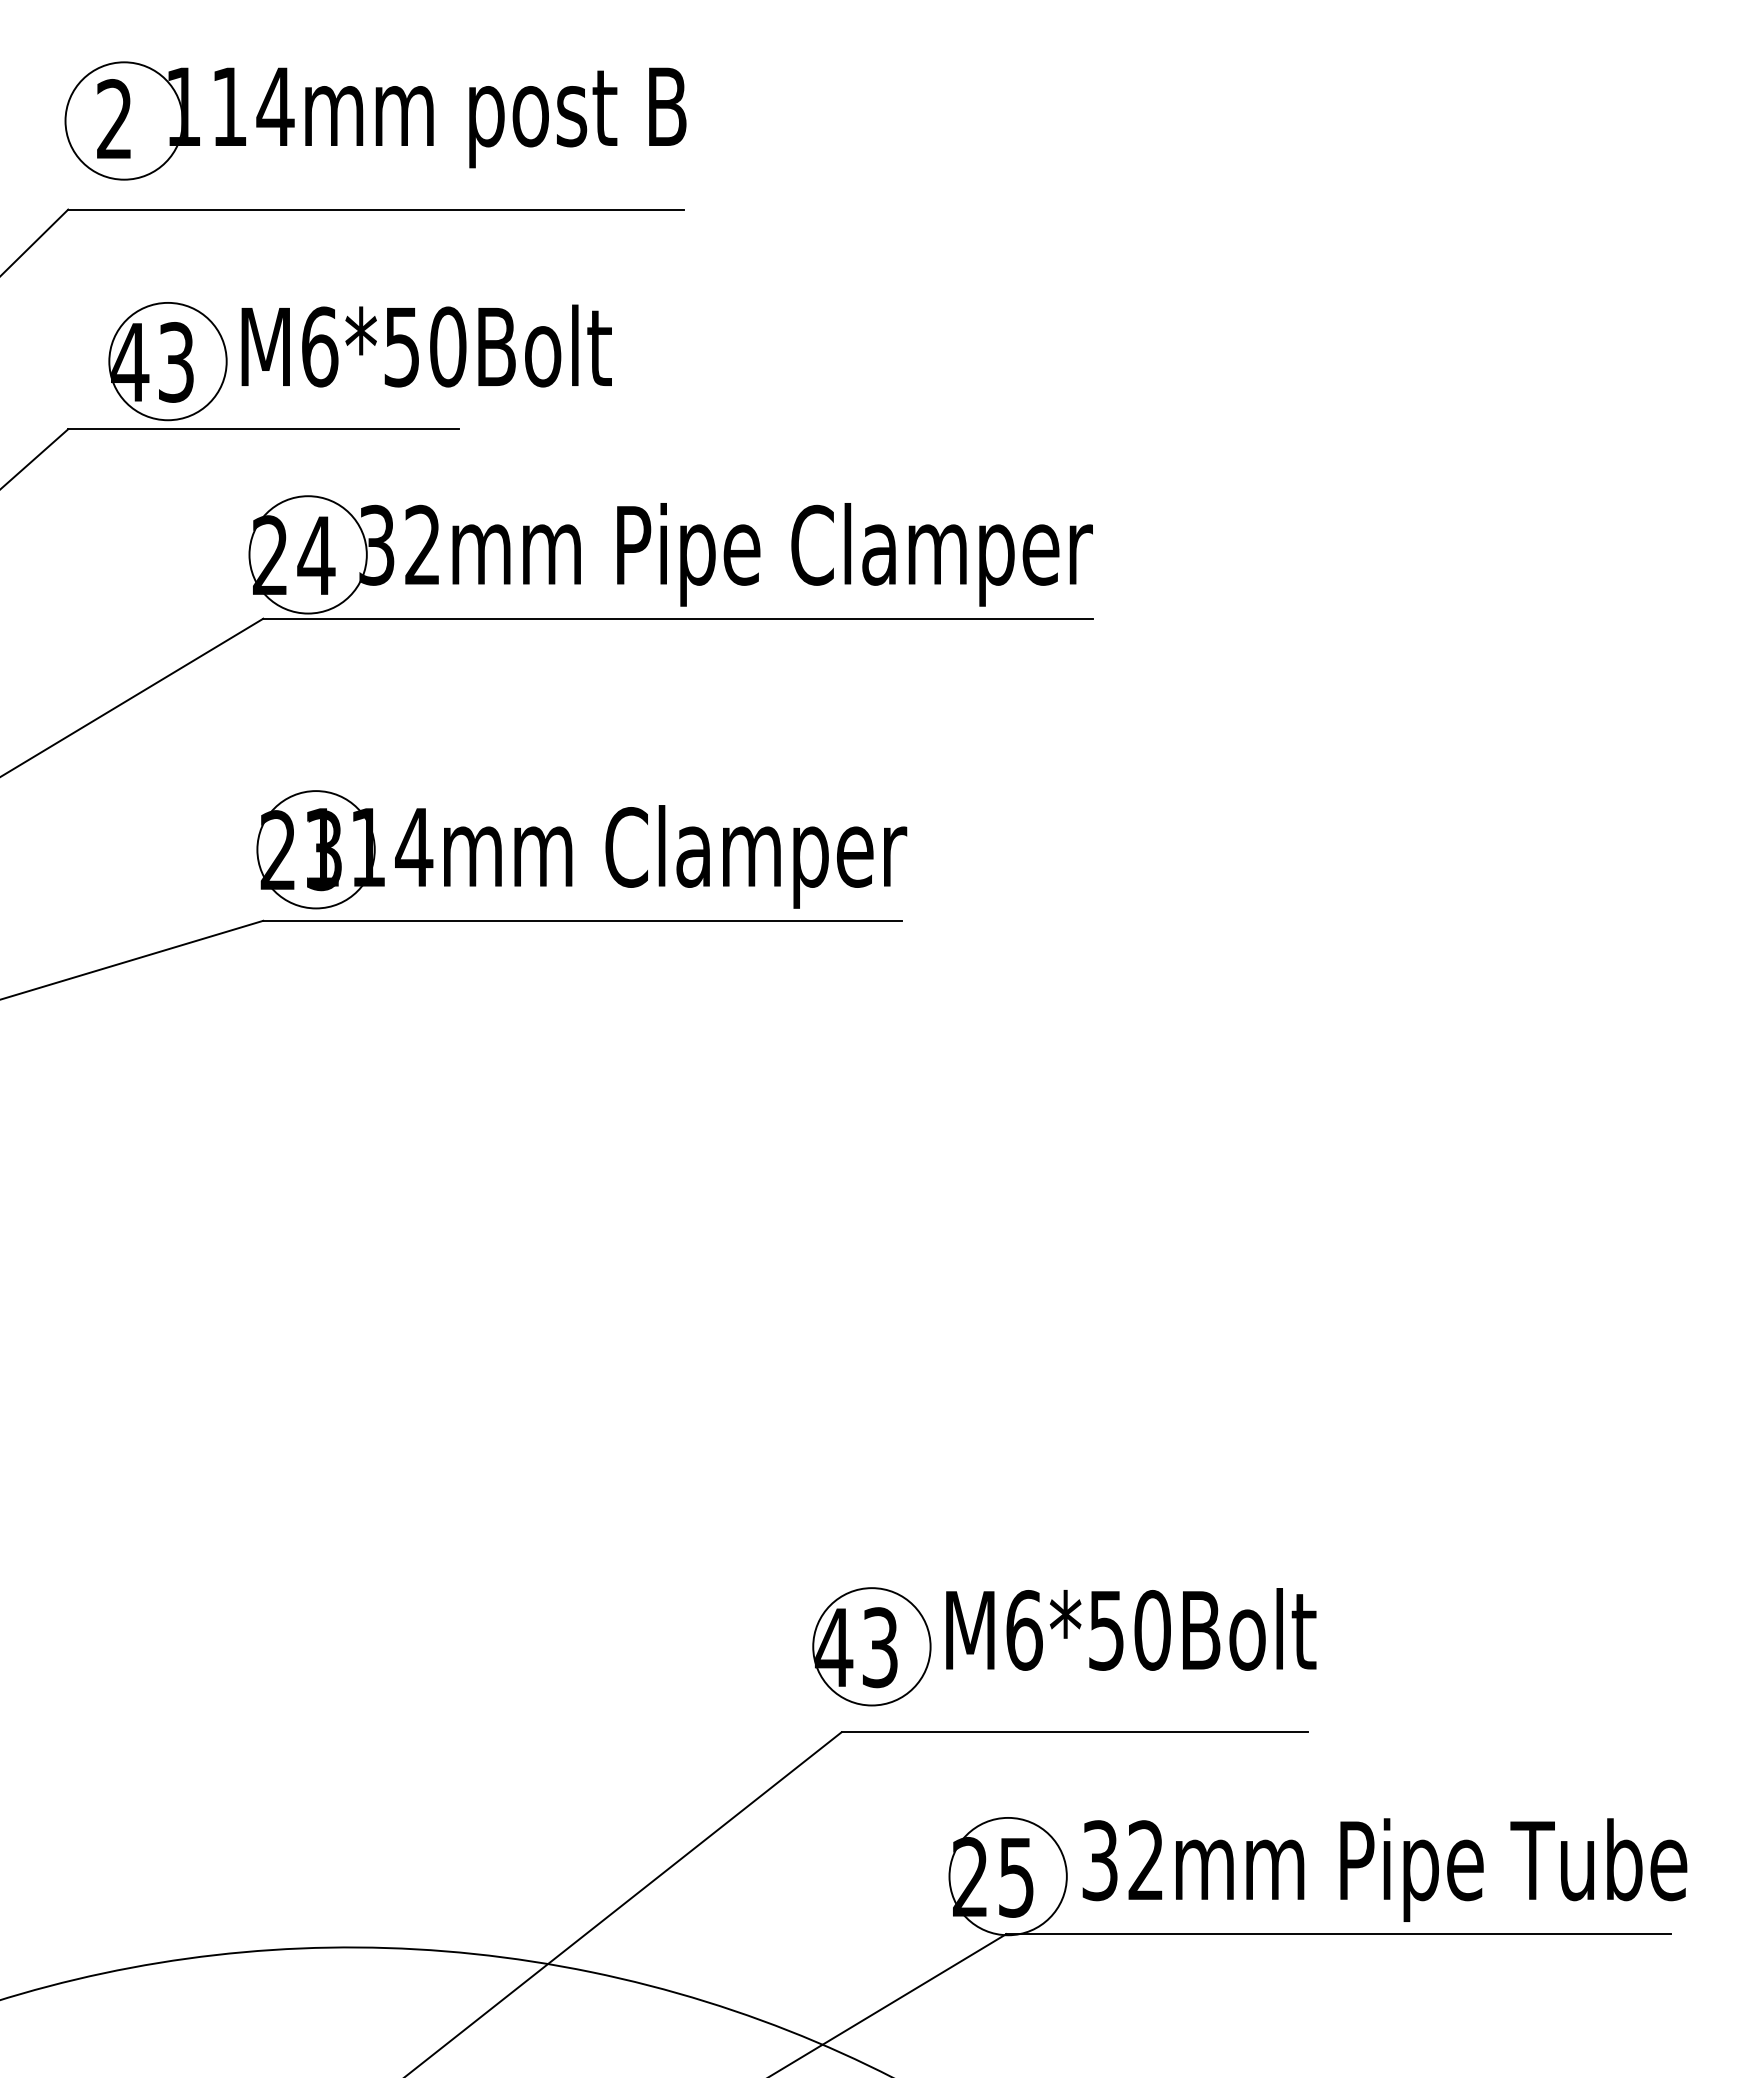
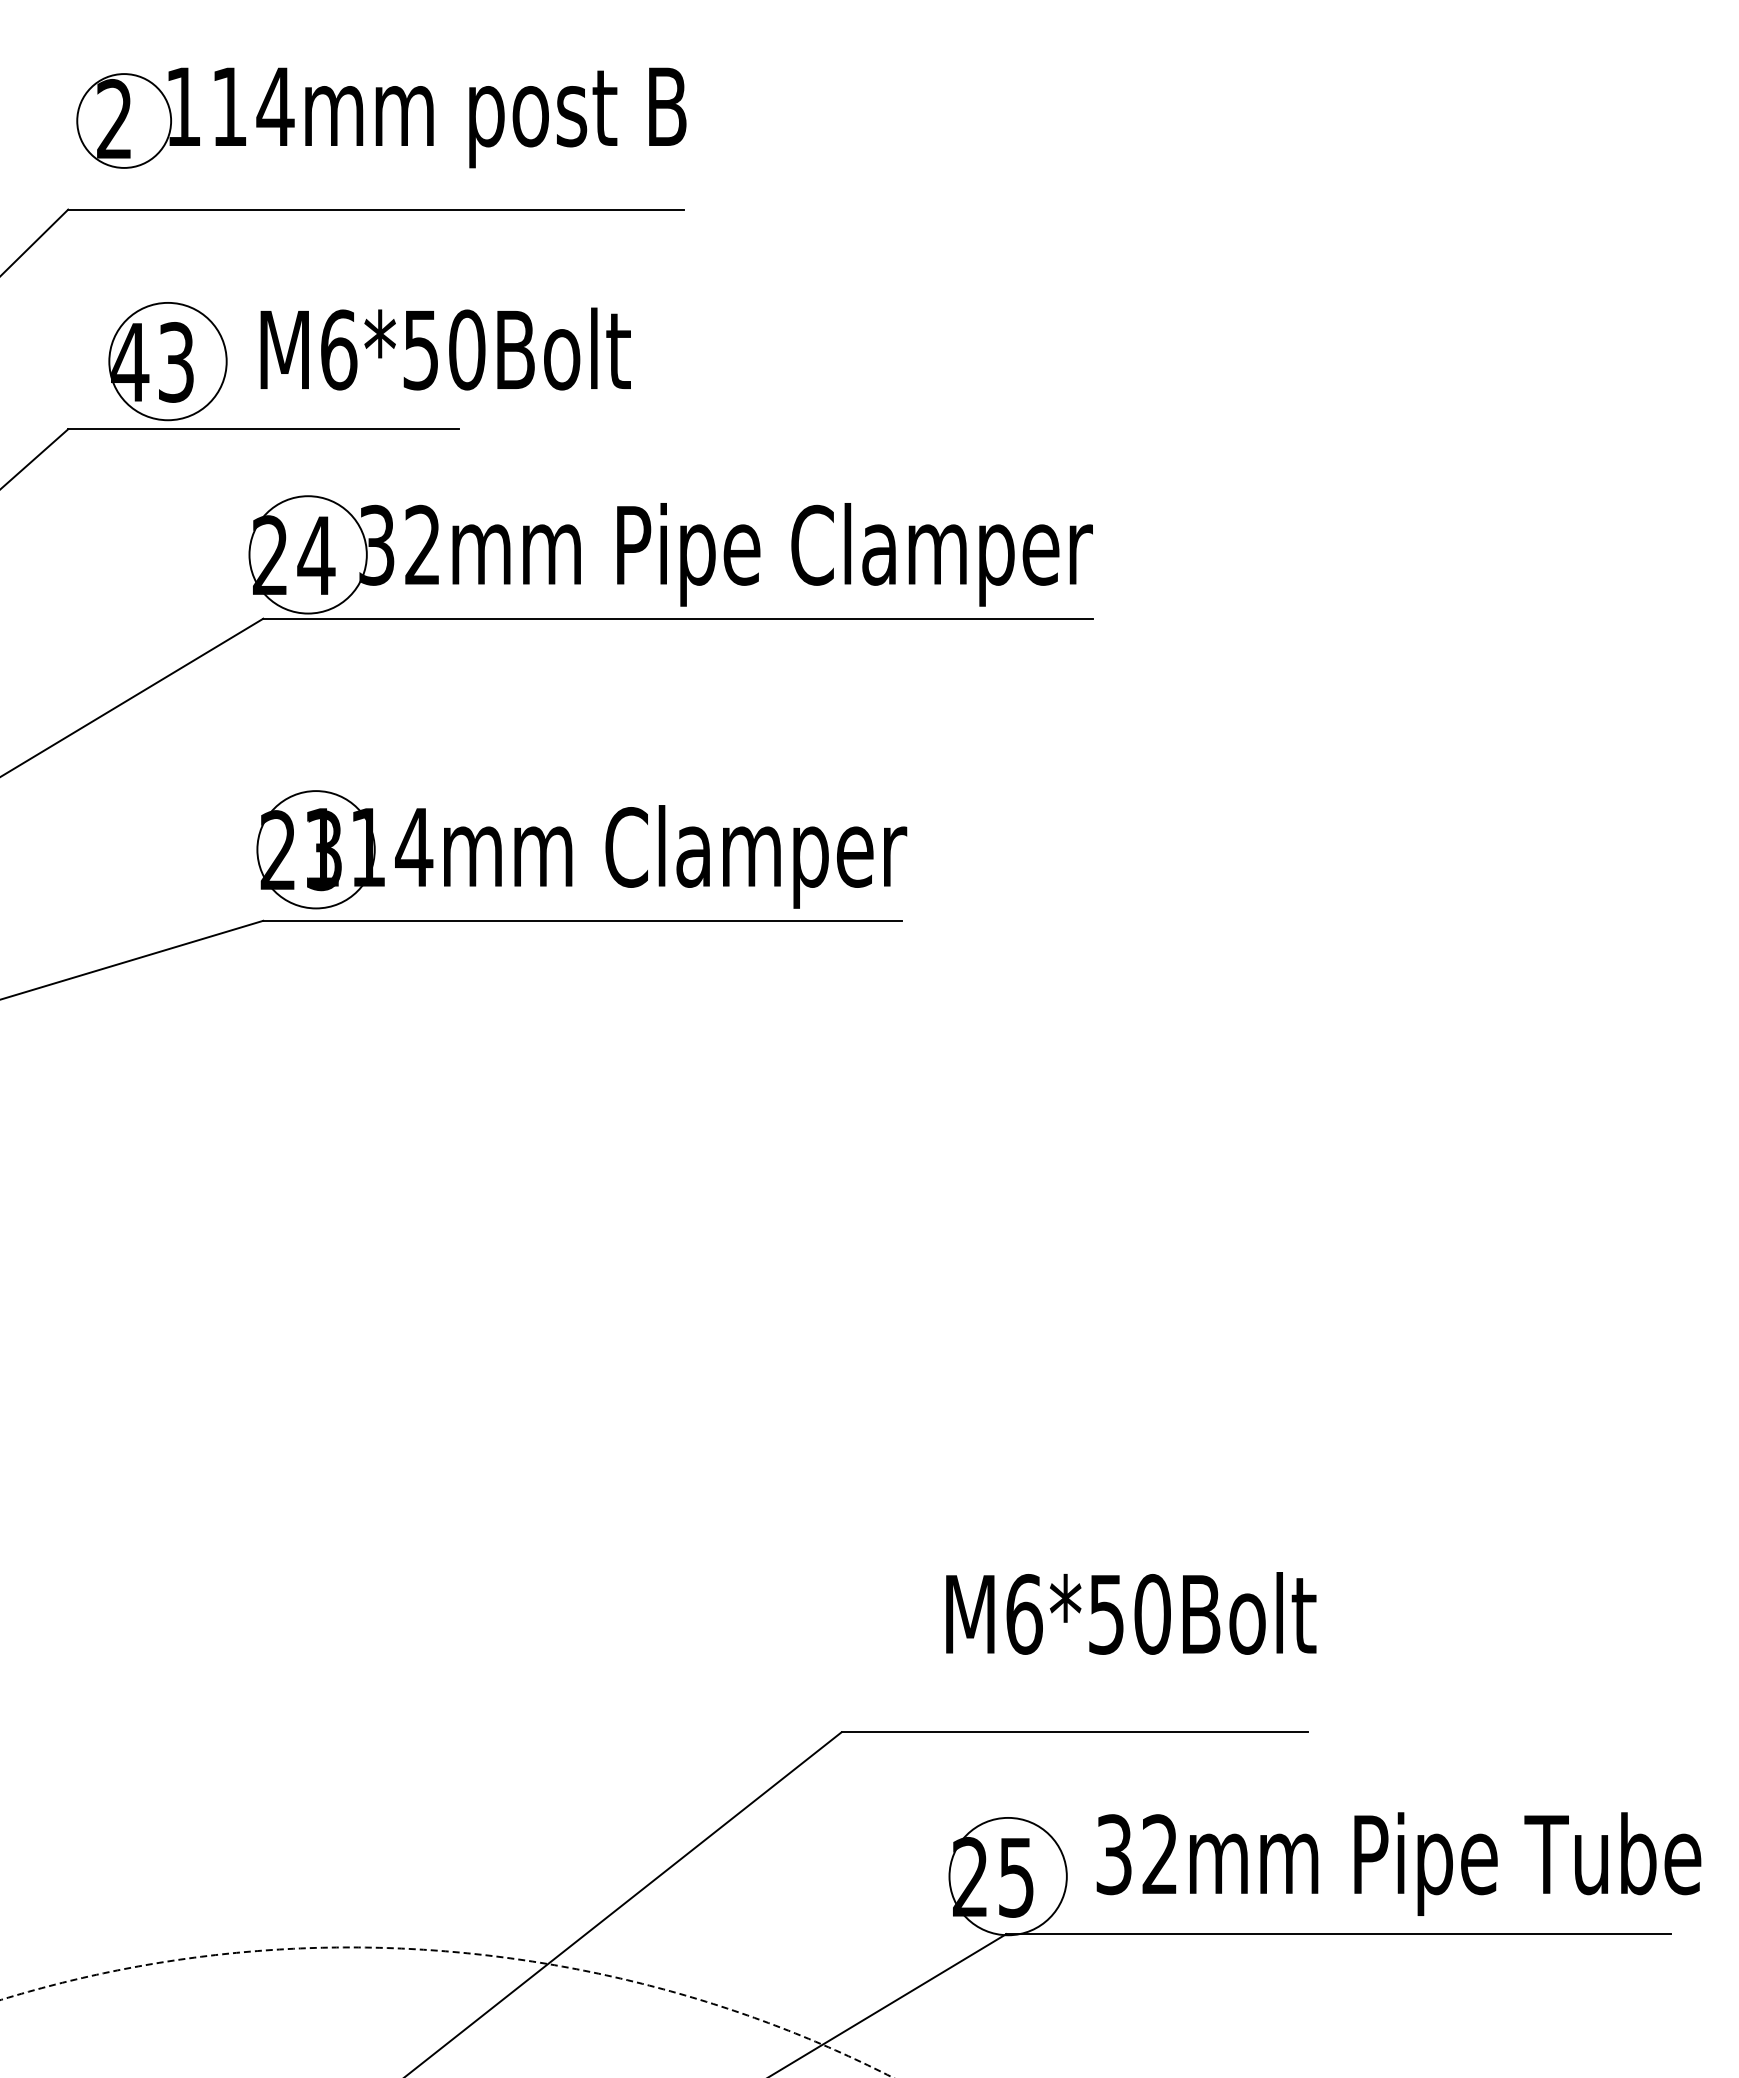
circle at (123, 120) diameter: 117 px -> 94 px
text at (426, 345) position: (426, 345) -> (445, 348)
text at (1131, 1629) position: (1131, 1629) -> (1131, 1613)
part at (871, 1646): present -> none
text at (1384, 1869) position: (1384, 1869) -> (1398, 1863)
arc at (452, 1951): solid -> dashed
